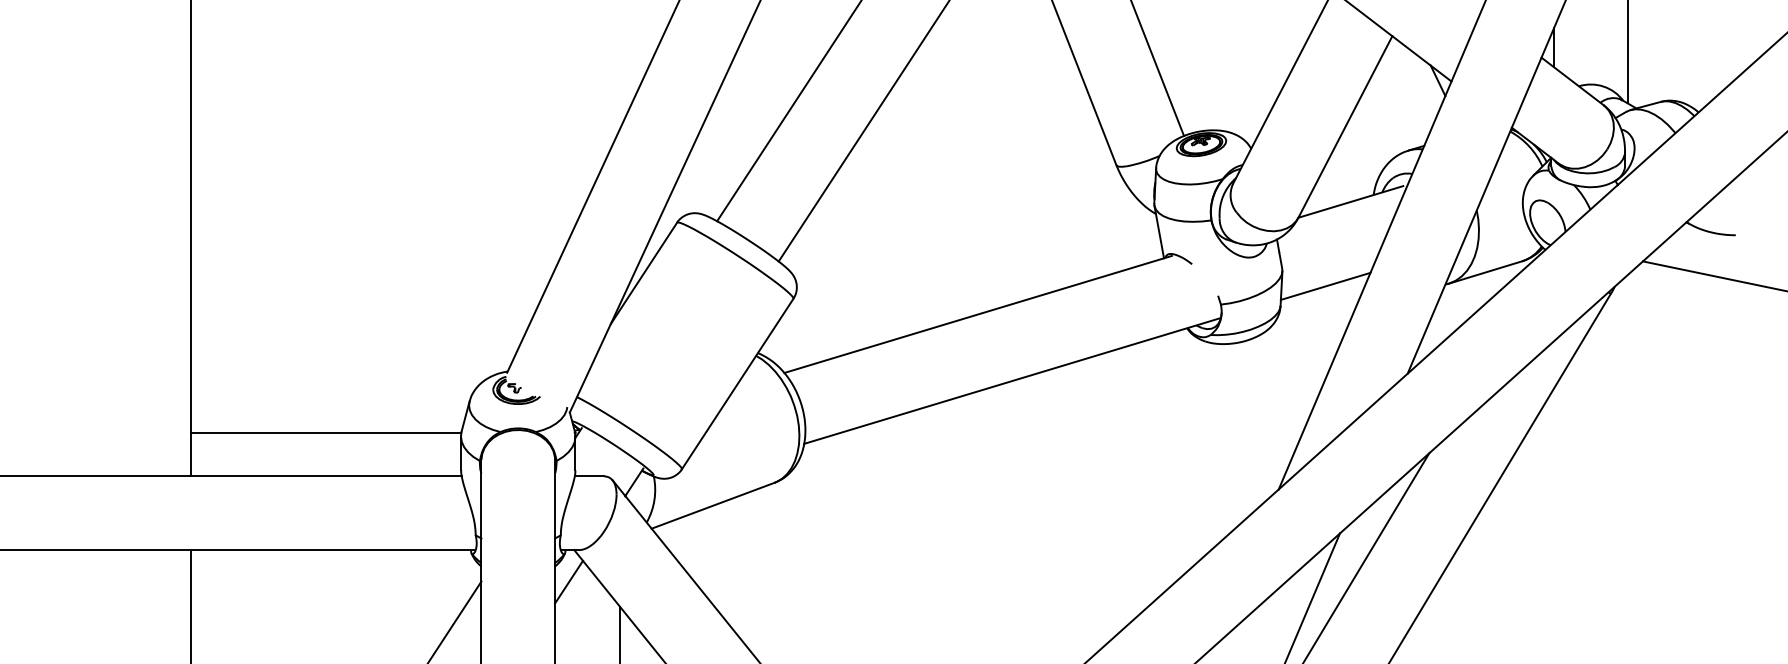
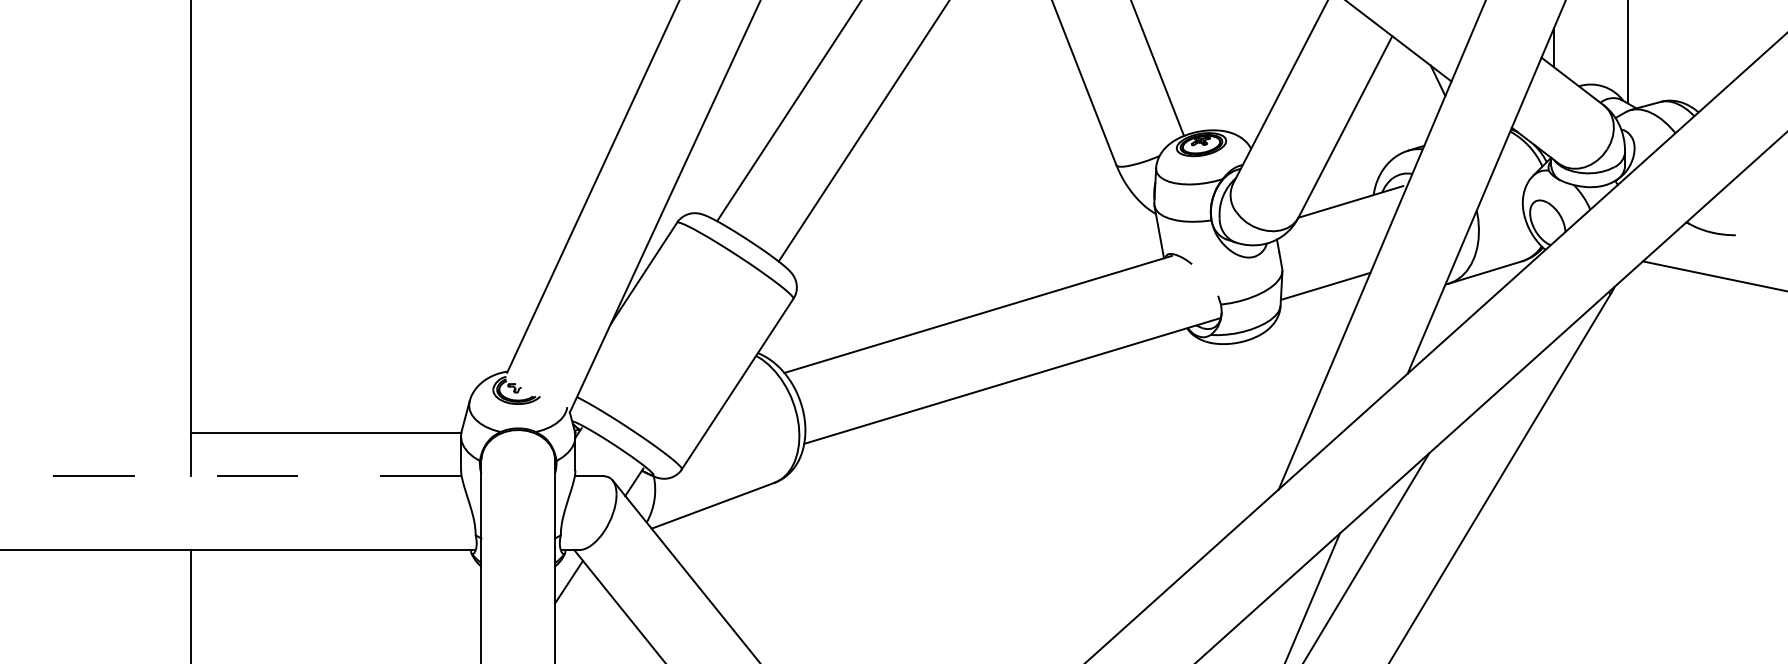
line at (230, 476): solid -> dashed
line at (455, 620): present -> none
line at (620, 633): present -> none
